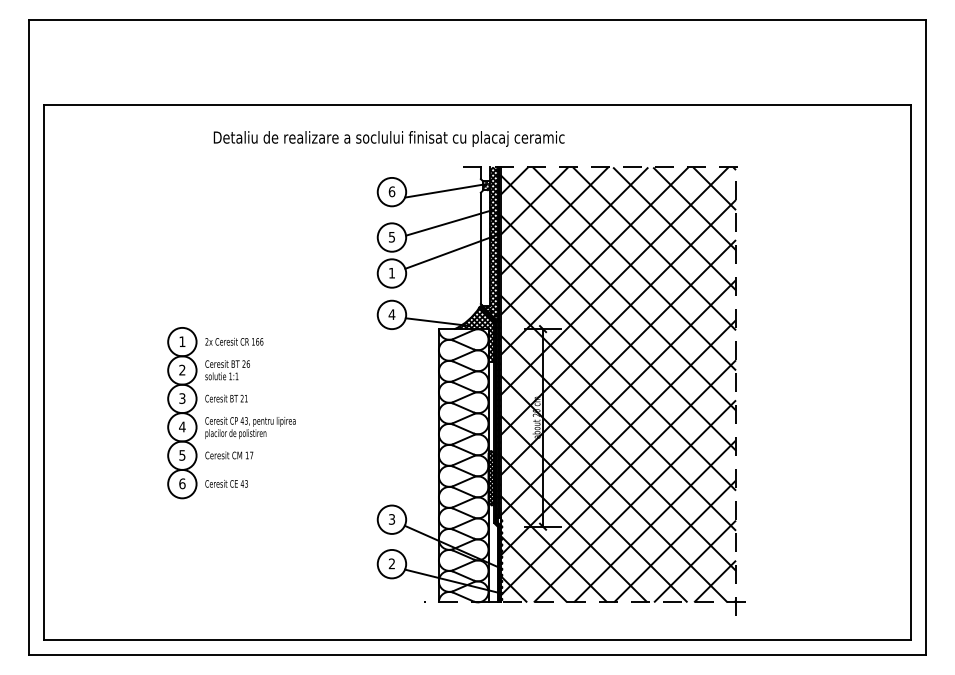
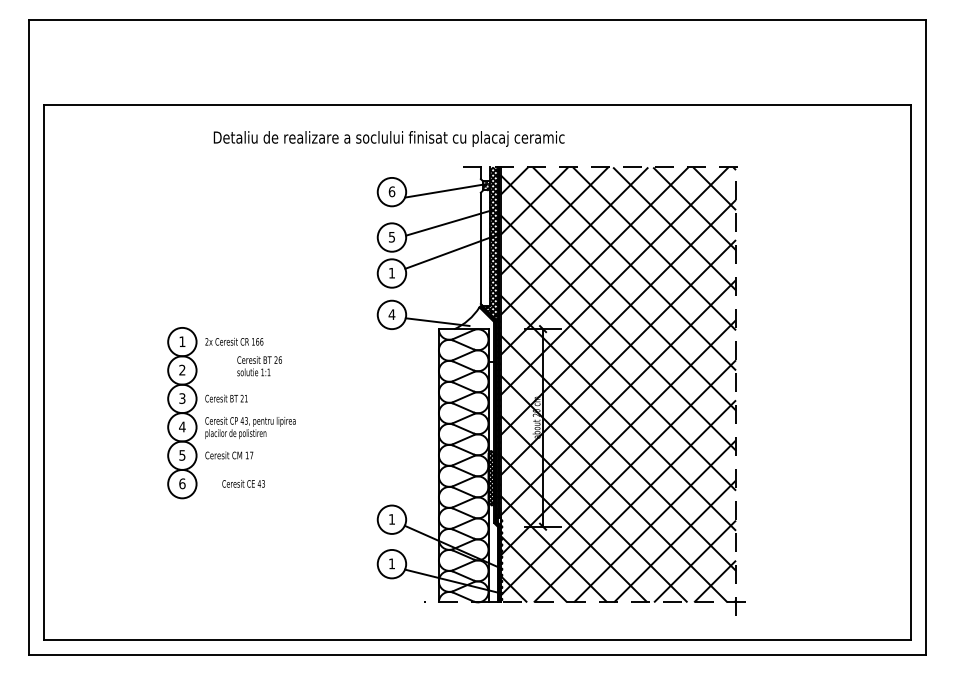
hatch at (474, 334): present -> none
text at (227, 370) position: (227, 370) -> (259, 366)
text at (226, 483) position: (226, 483) -> (243, 483)
text at (391, 519): 3 -> 1
text at (391, 563): 2 -> 1
